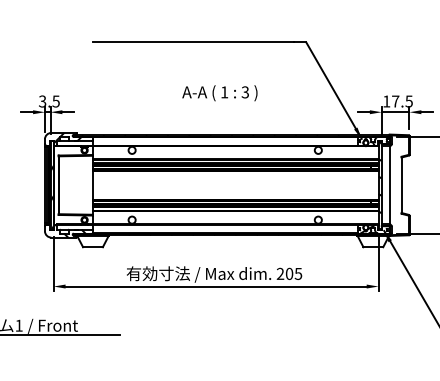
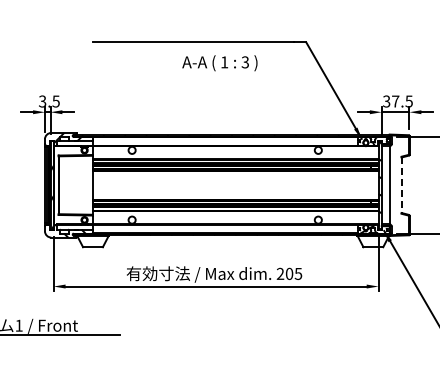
text at (219, 93) position: (219, 93) -> (219, 63)
text at (386, 101): 17.5 -> 37.5
line at (401, 185): solid -> dashed
